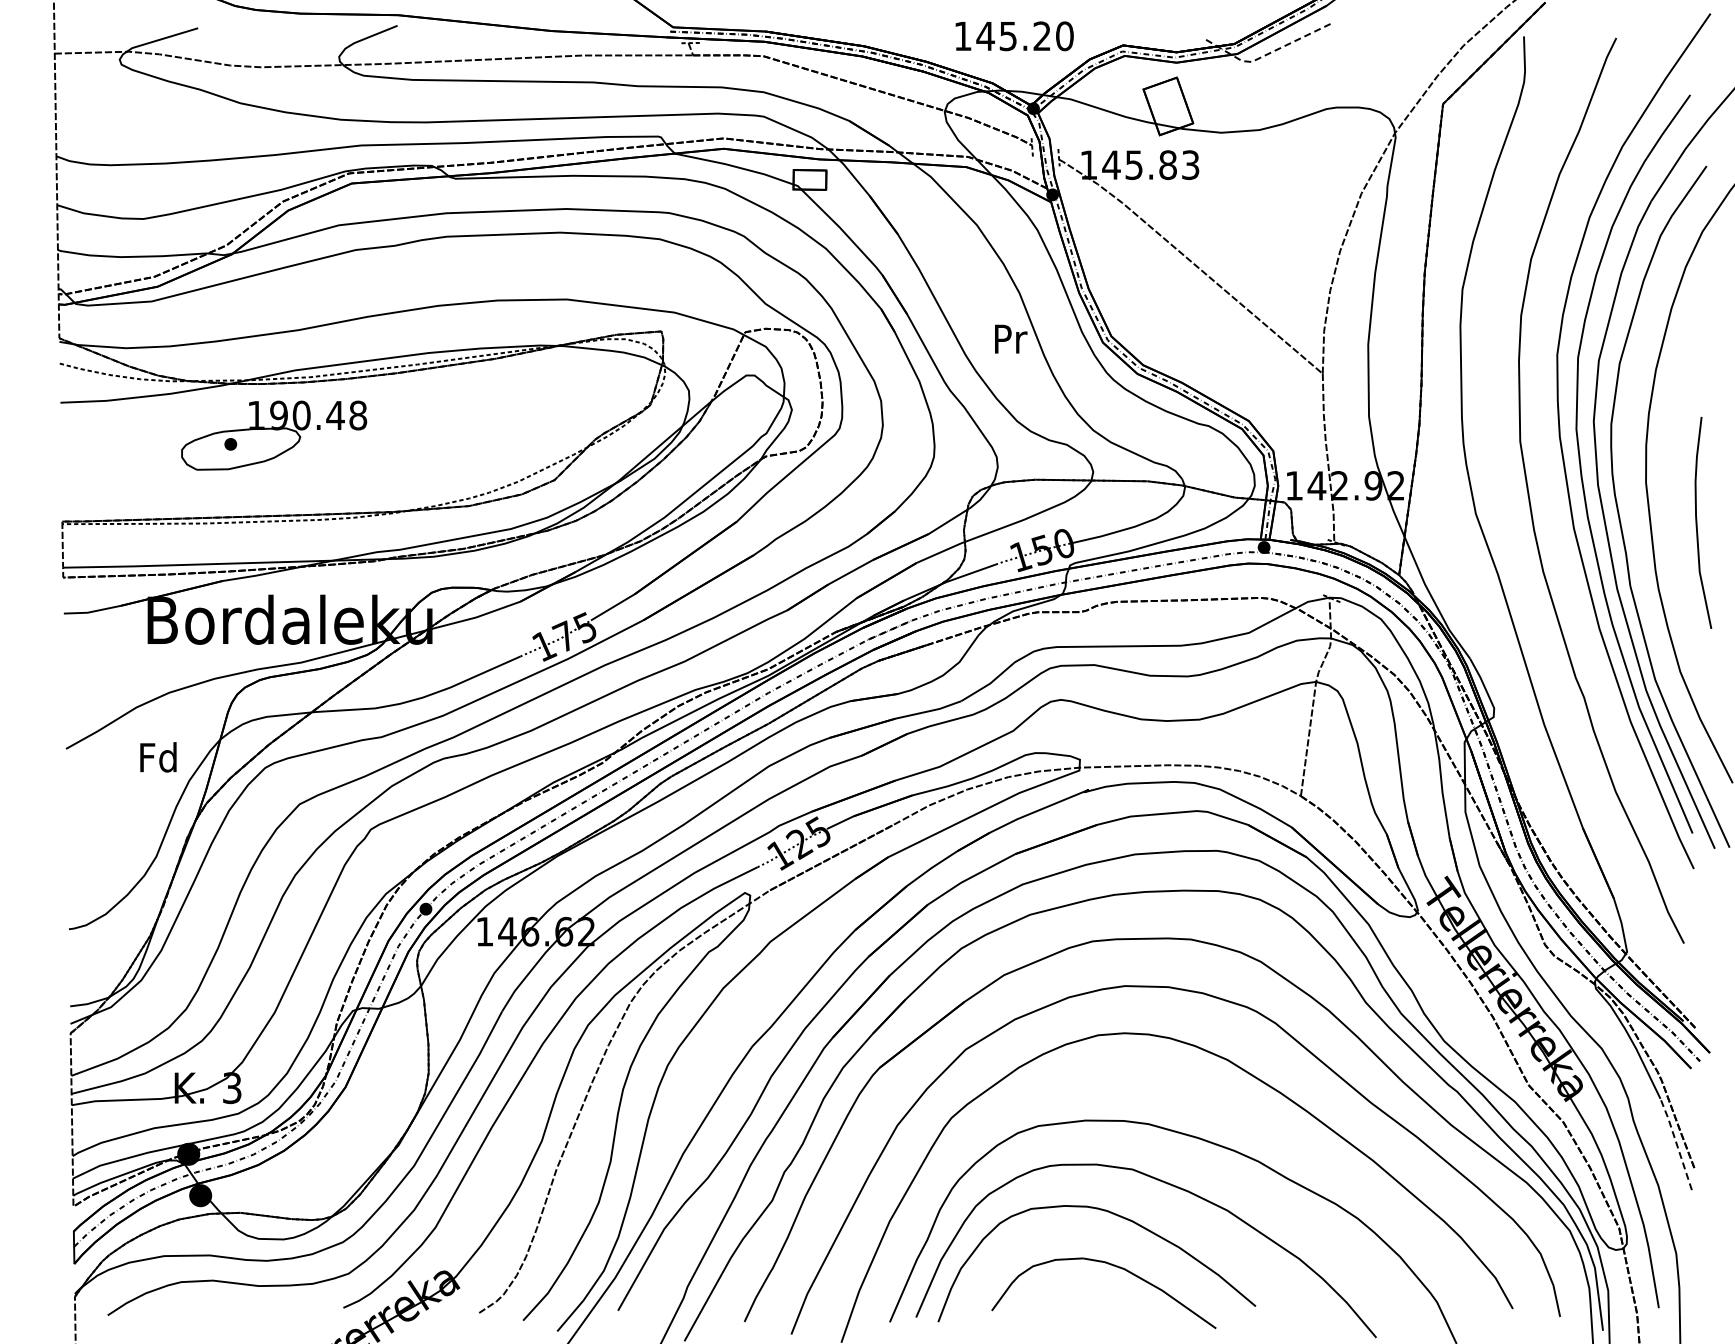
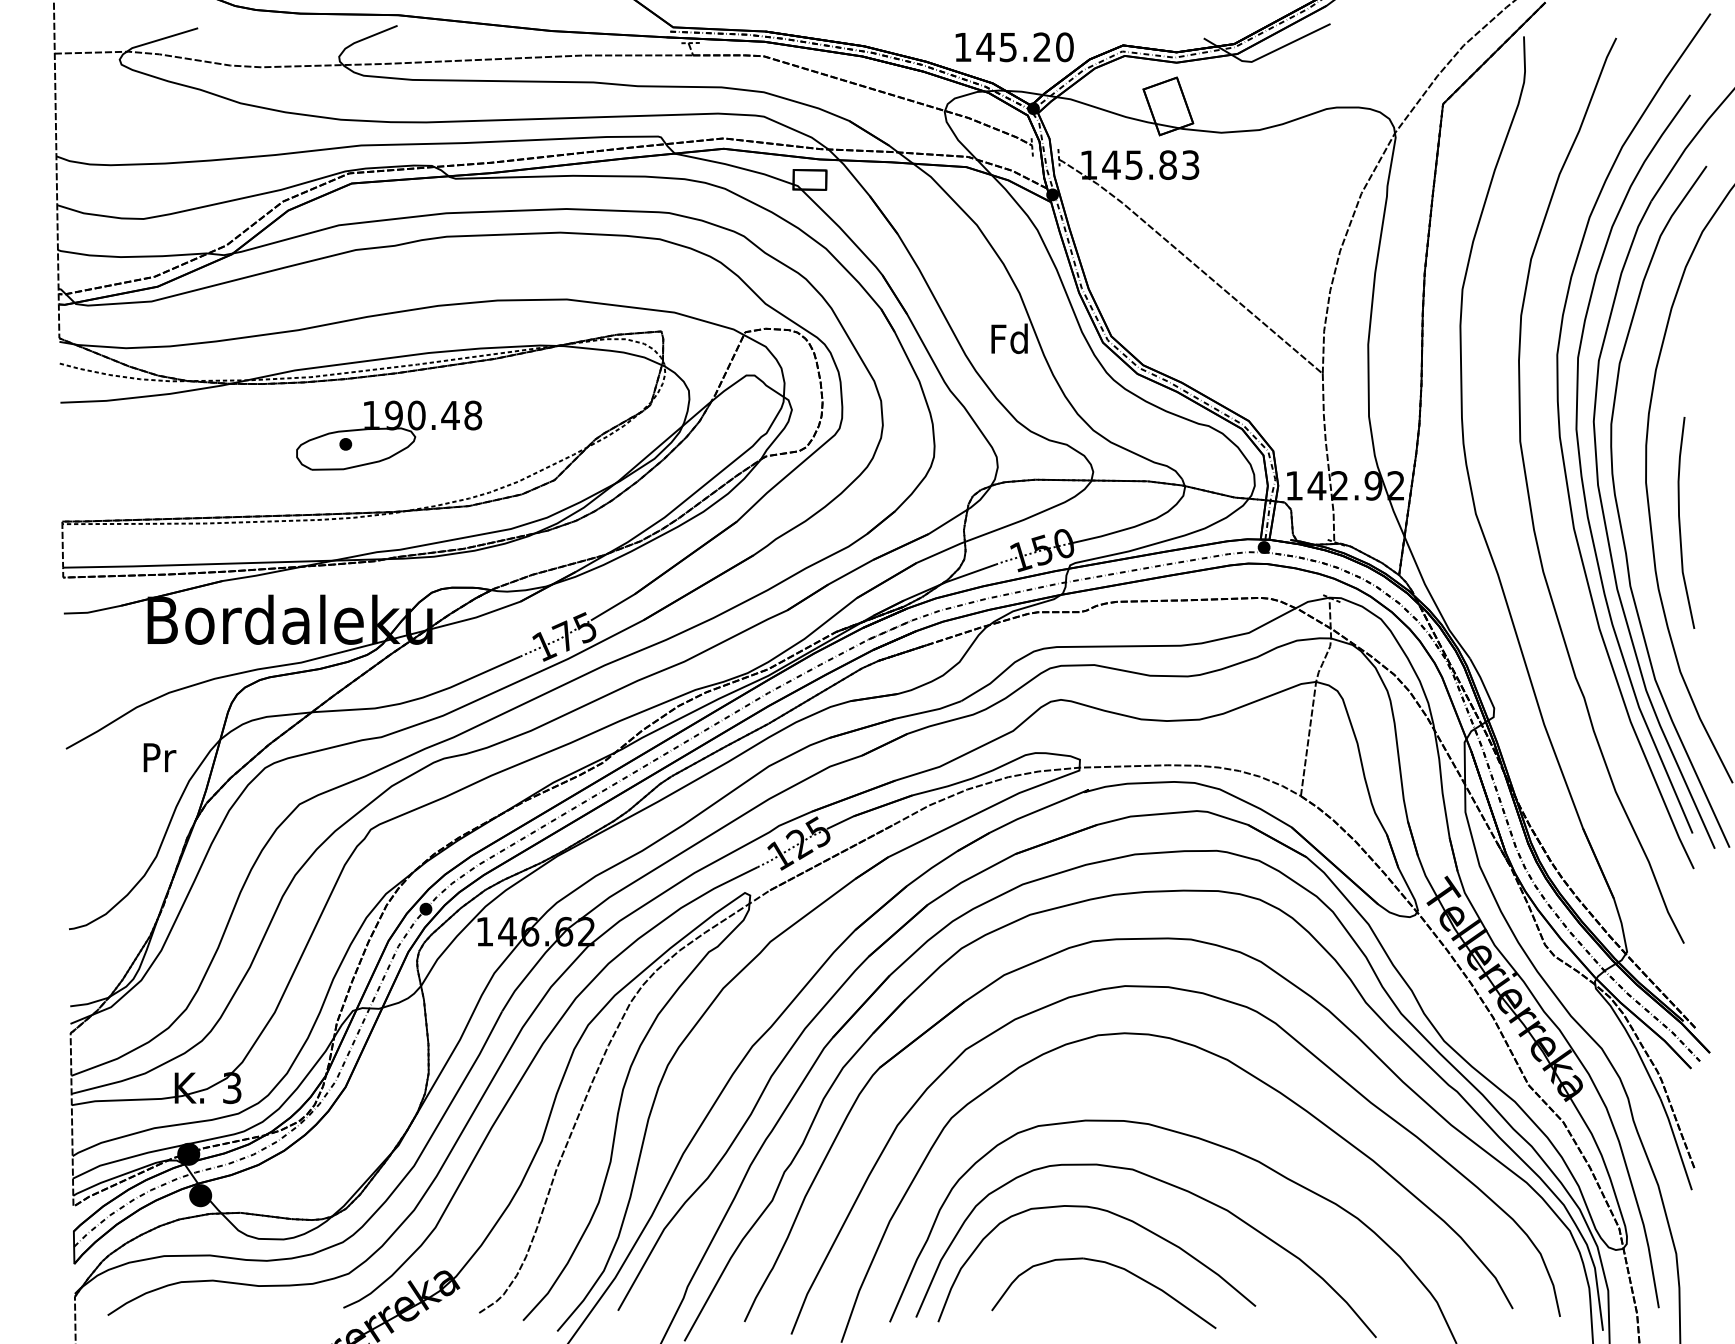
text at (1014, 36) position: (1014, 36) -> (1014, 47)
line at (1265, 55): dashed -> solid
text at (1009, 338): Pr -> Fd
part at (274, 435) position: (274, 435) -> (389, 435)
curve at (1697, 522) position: (1697, 522) -> (1680, 522)
text at (158, 757): Fd -> Pr
line at (1676, 1143): dashed -> solid
